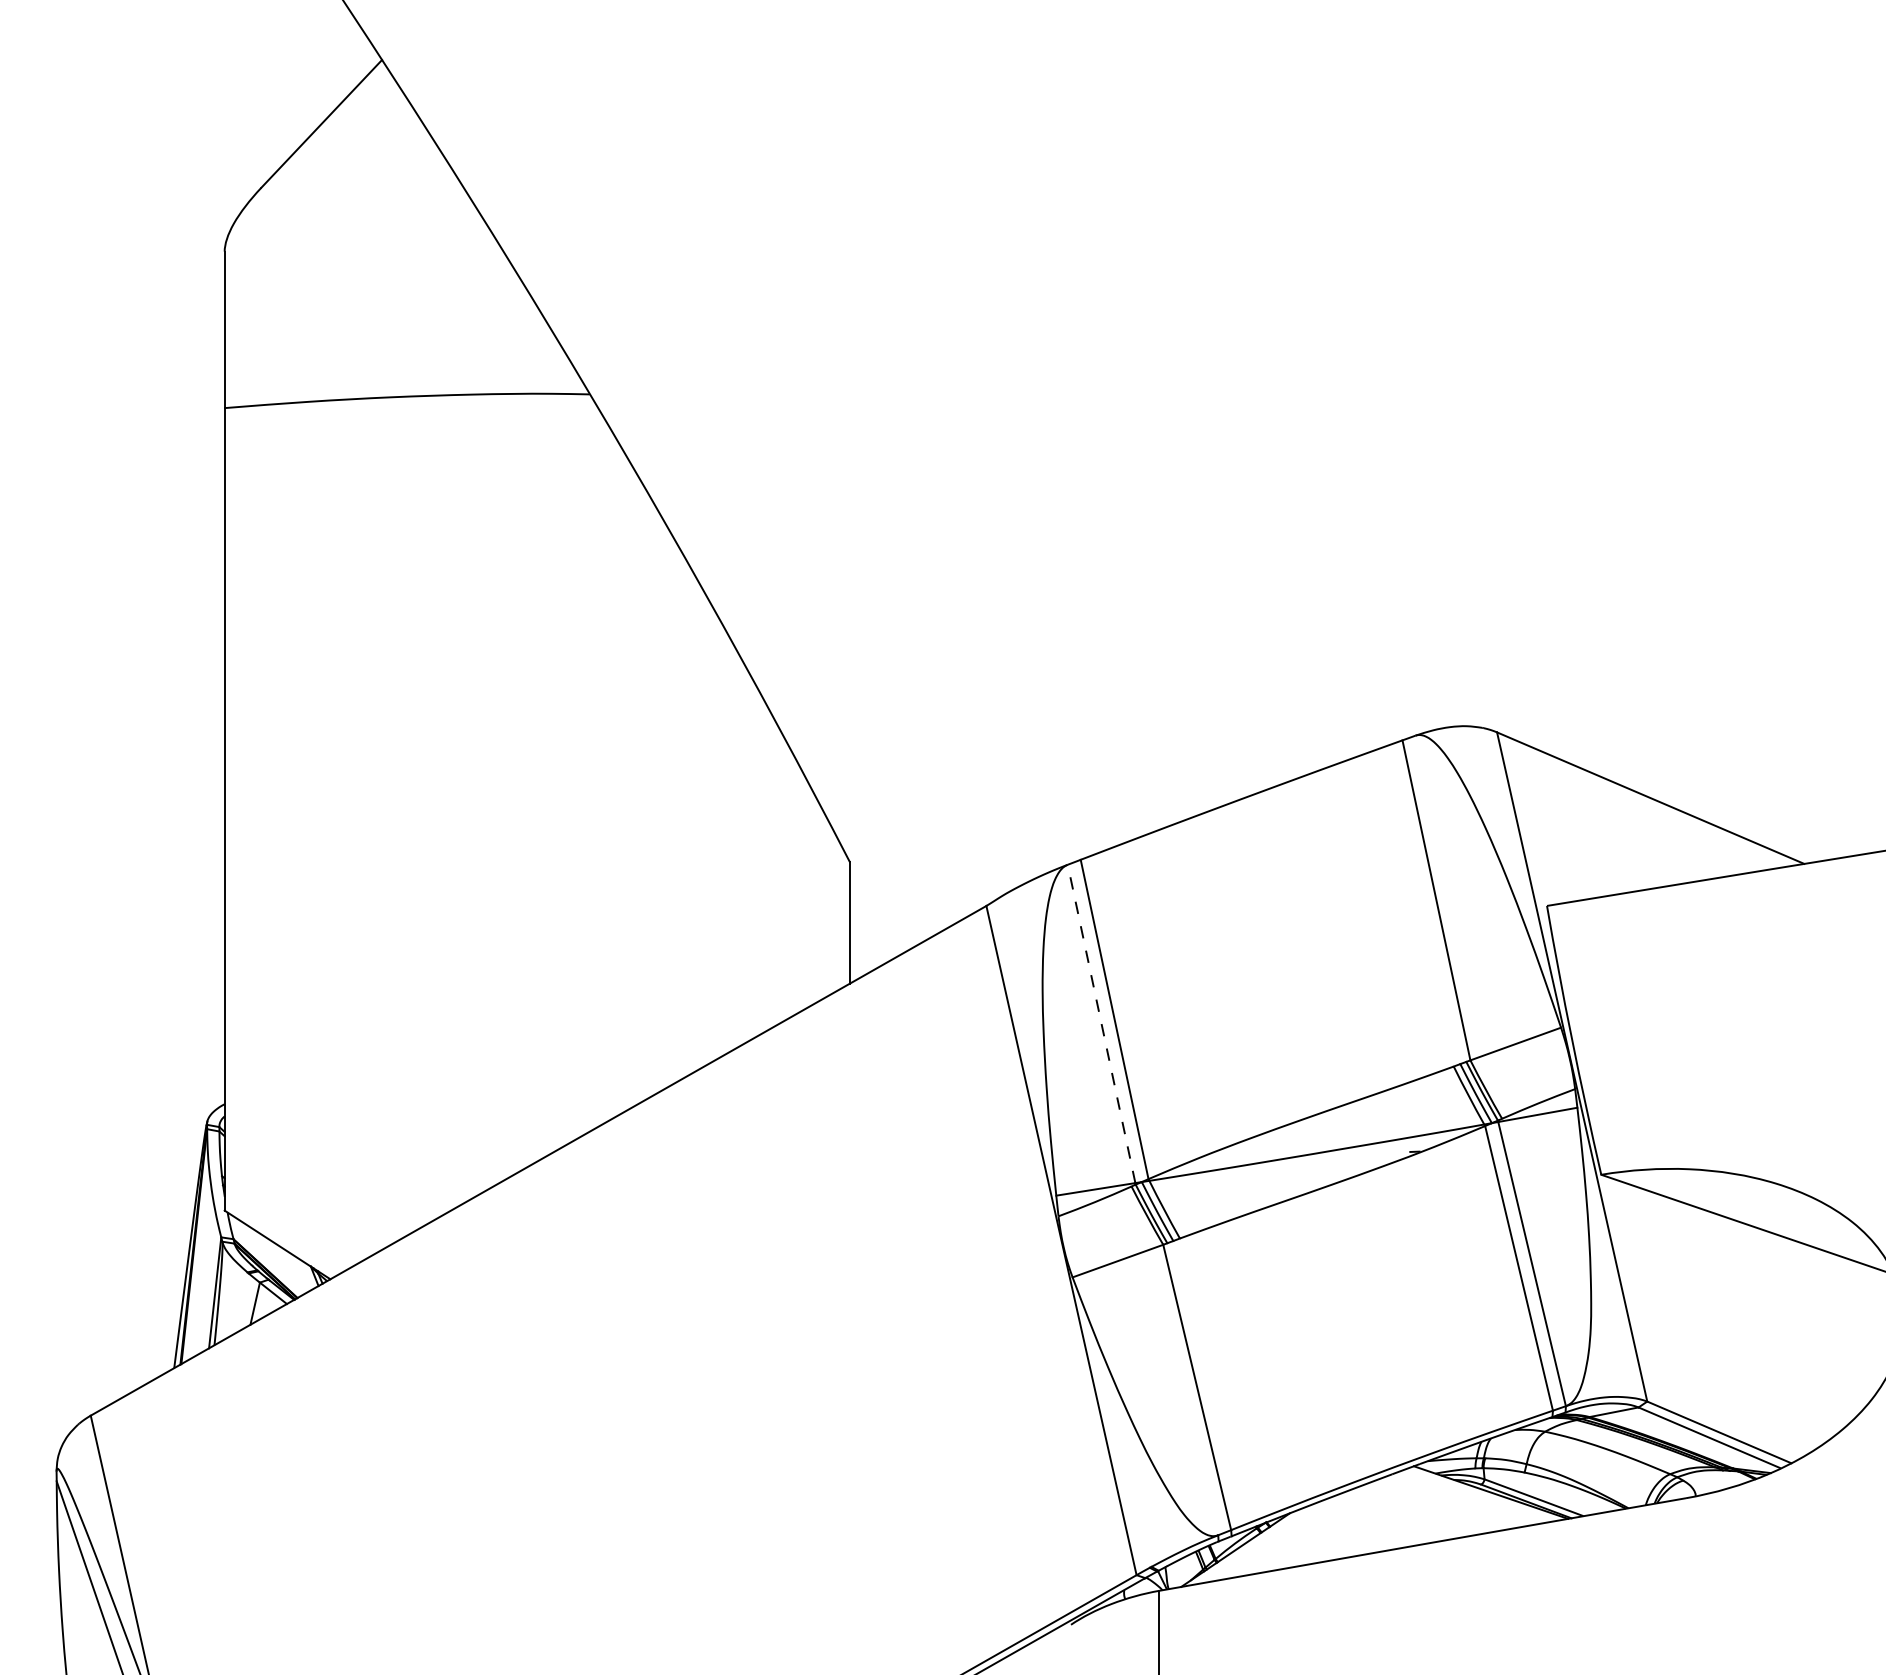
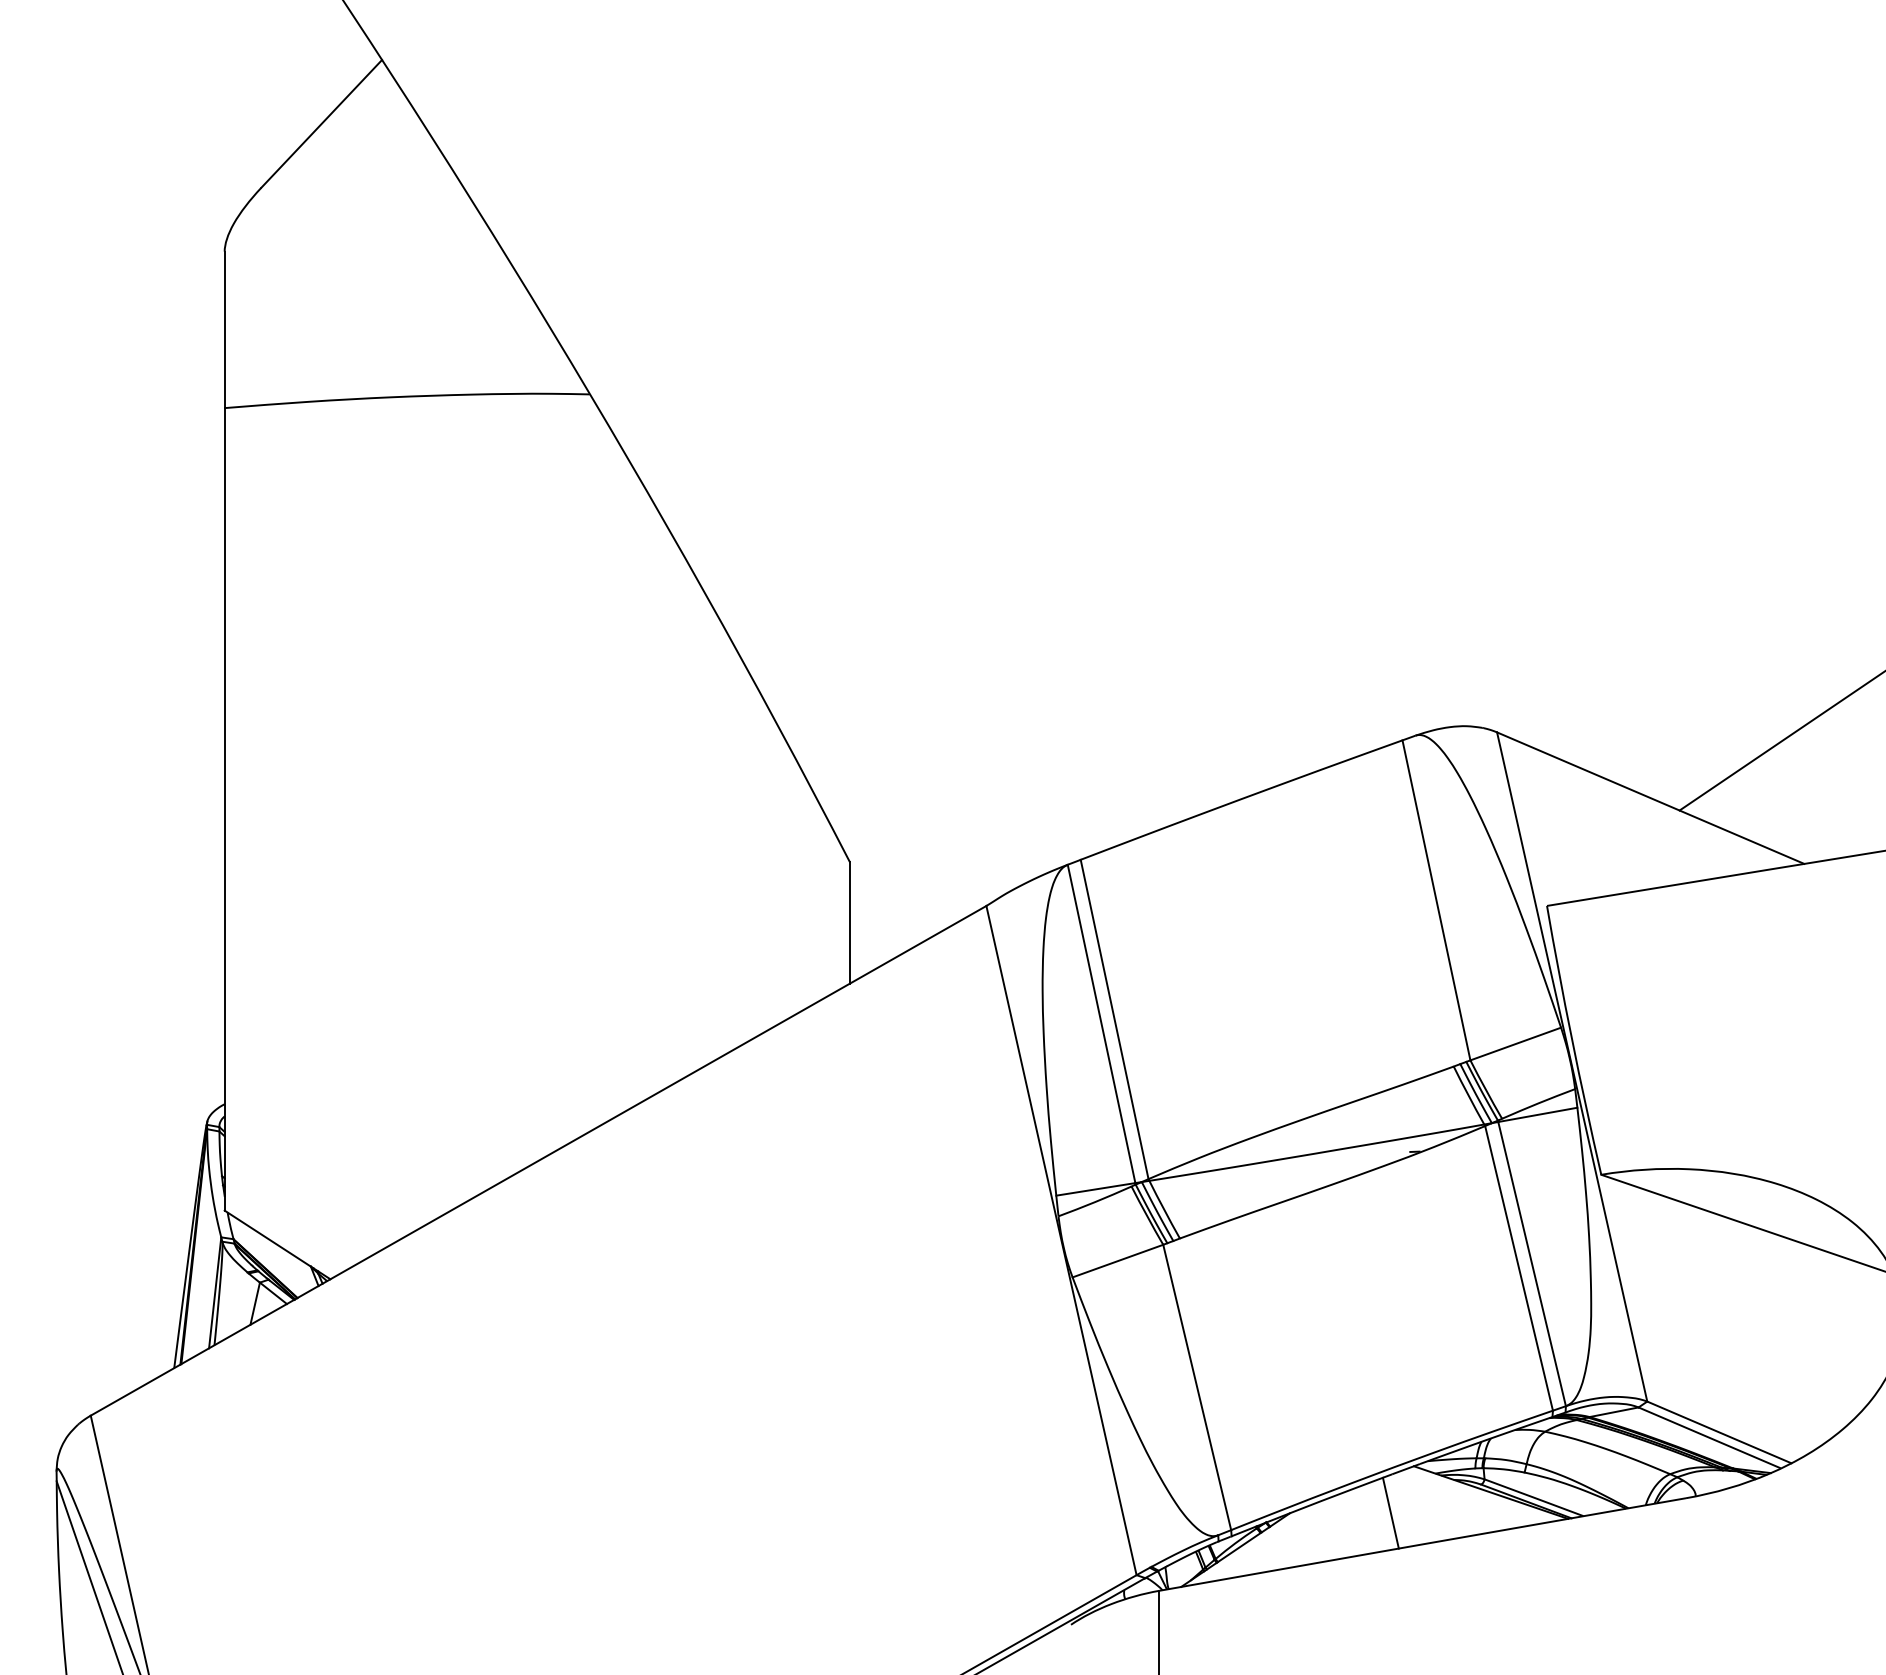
line at (1780, 741): none -> present
line at (1101, 1023): dashed -> solid
line at (1390, 1512): none -> present
